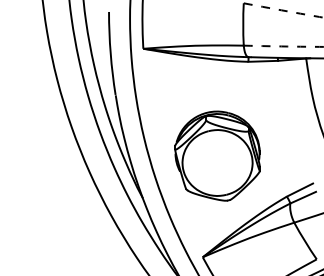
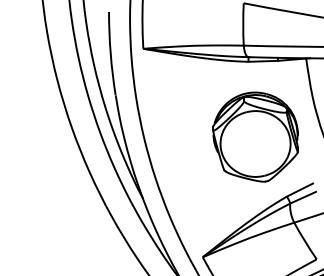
arc at (284, 10): dashed -> solid
arc at (284, 46): dashed -> solid
part at (217, 155) position: (217, 155) -> (255, 136)
